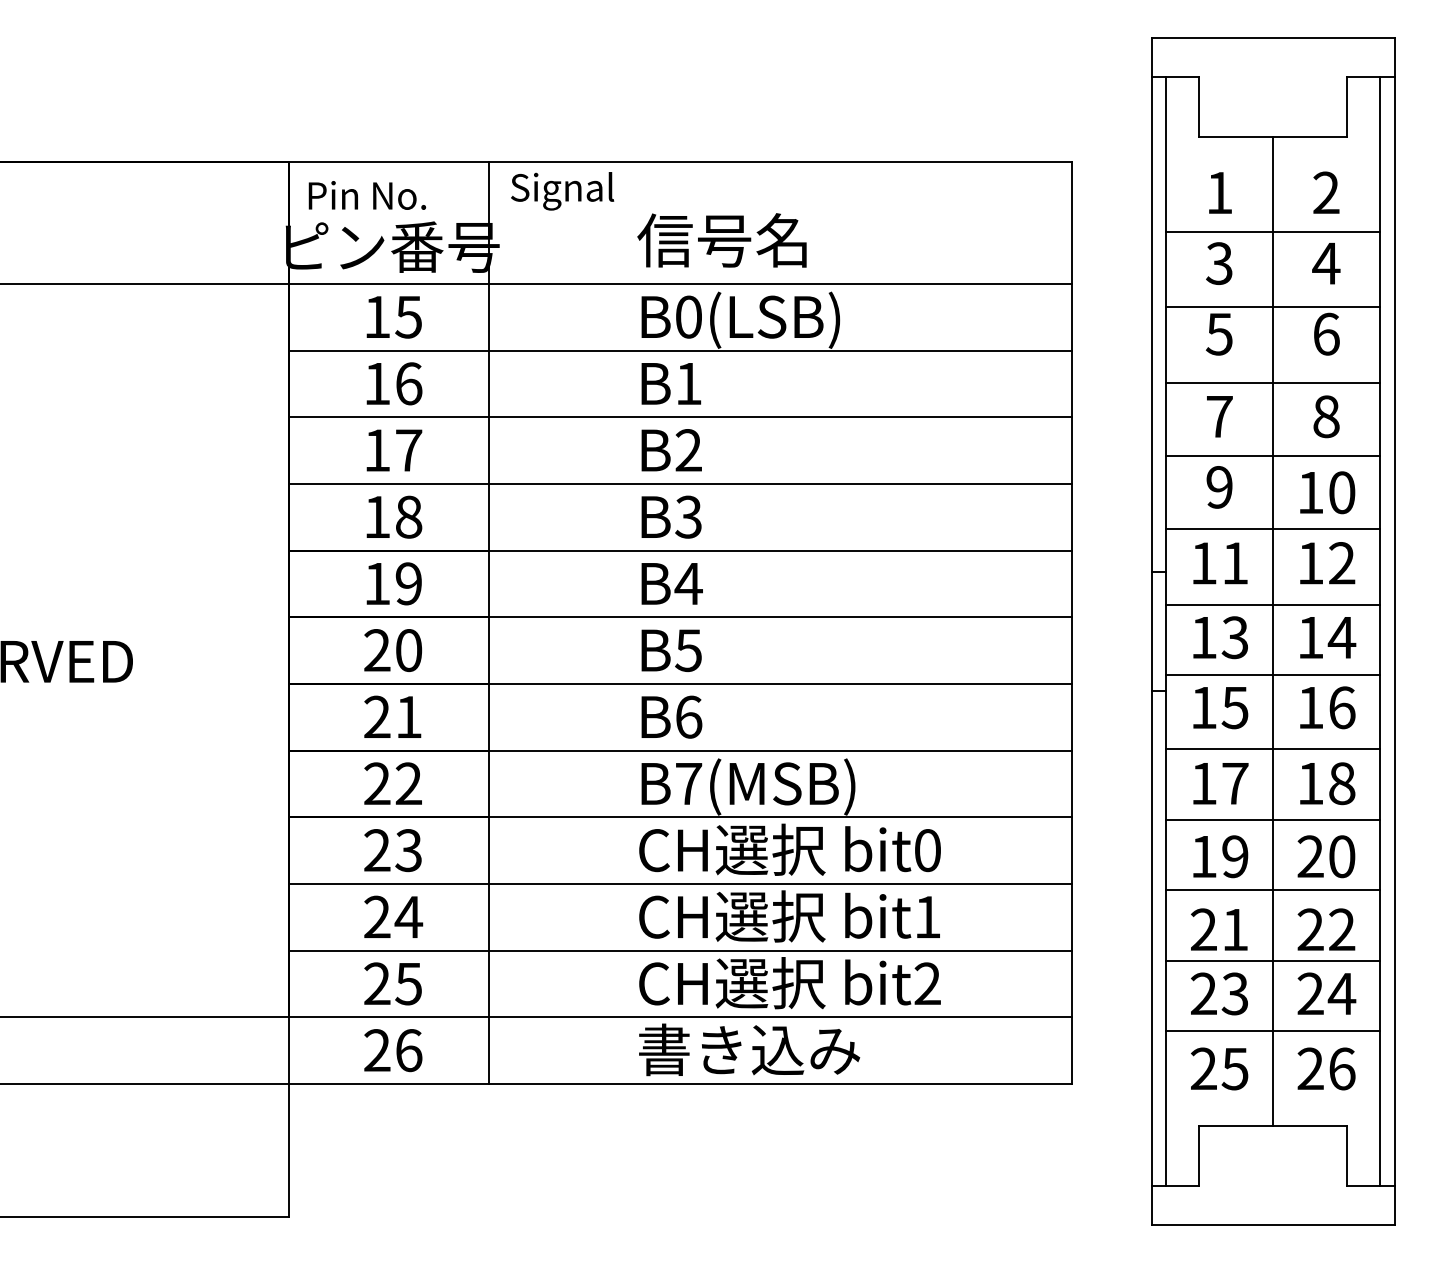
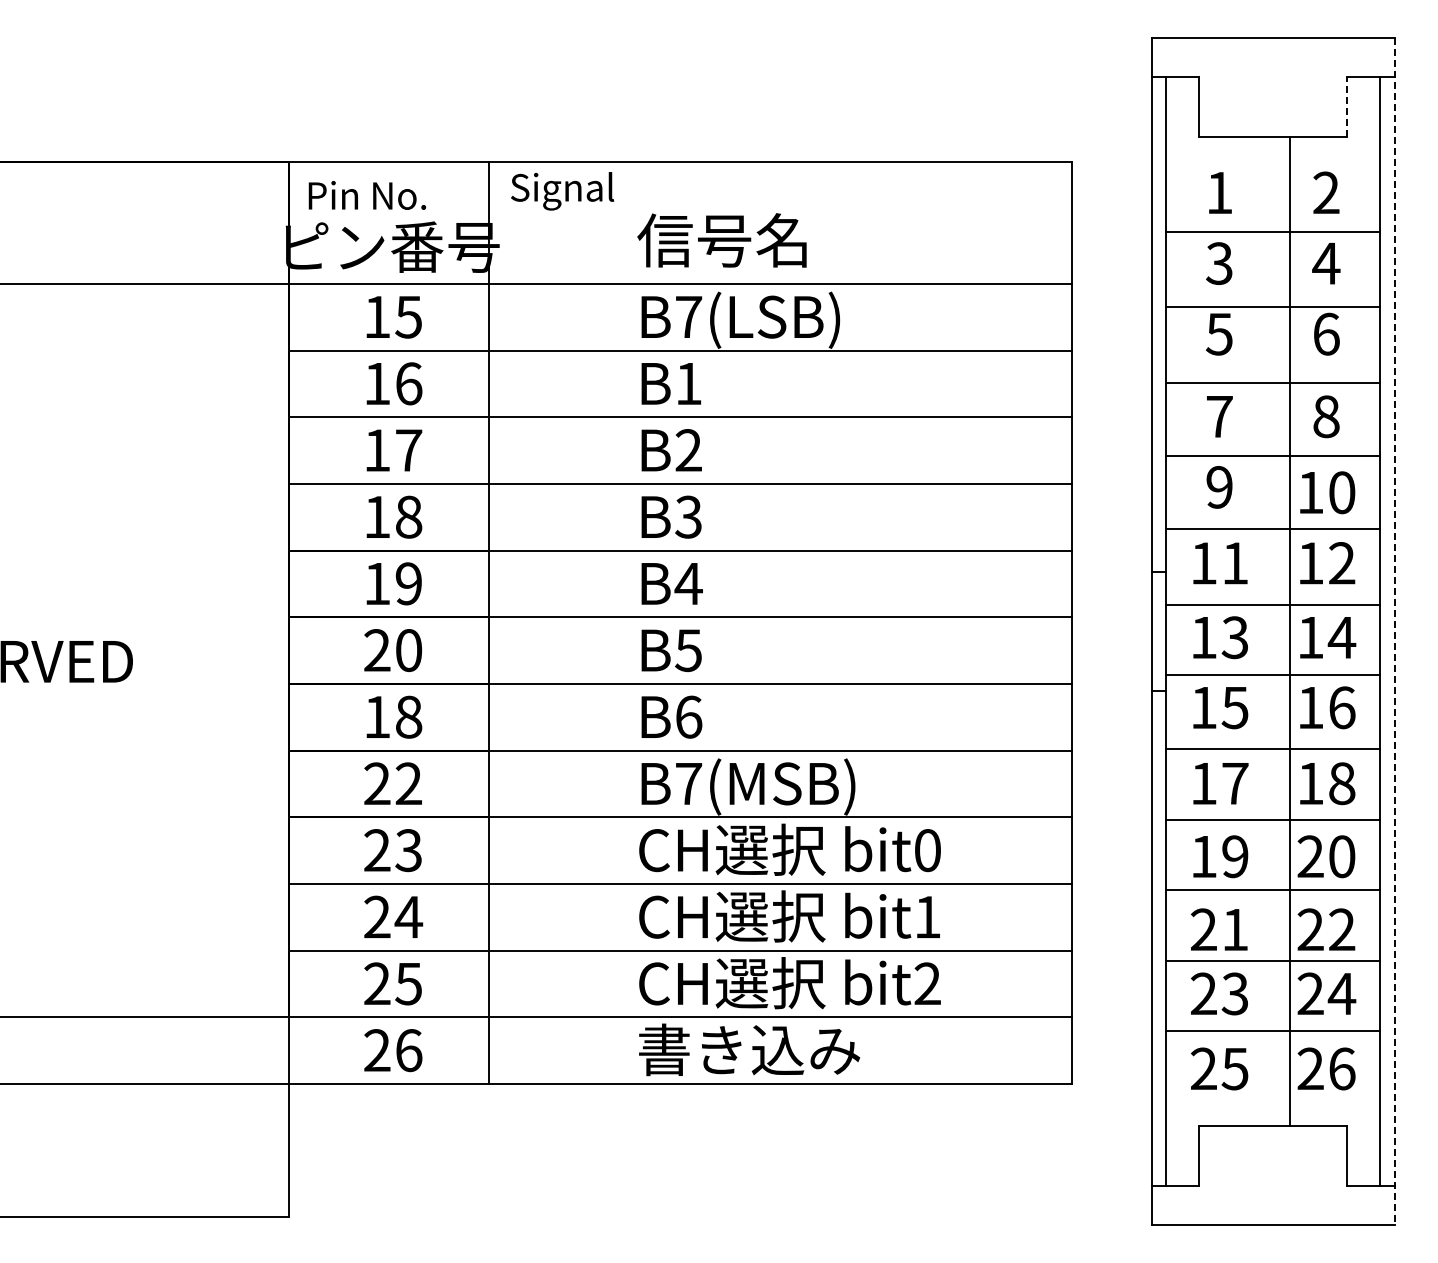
line at (1347, 107): solid -> dashed
text at (689, 316): B0(LSB) -> B7(LSB)
line at (1273, 631) position: (1273, 631) -> (1290, 631)
line at (1394, 632): solid -> dashed
text at (393, 716): 21 -> 18
